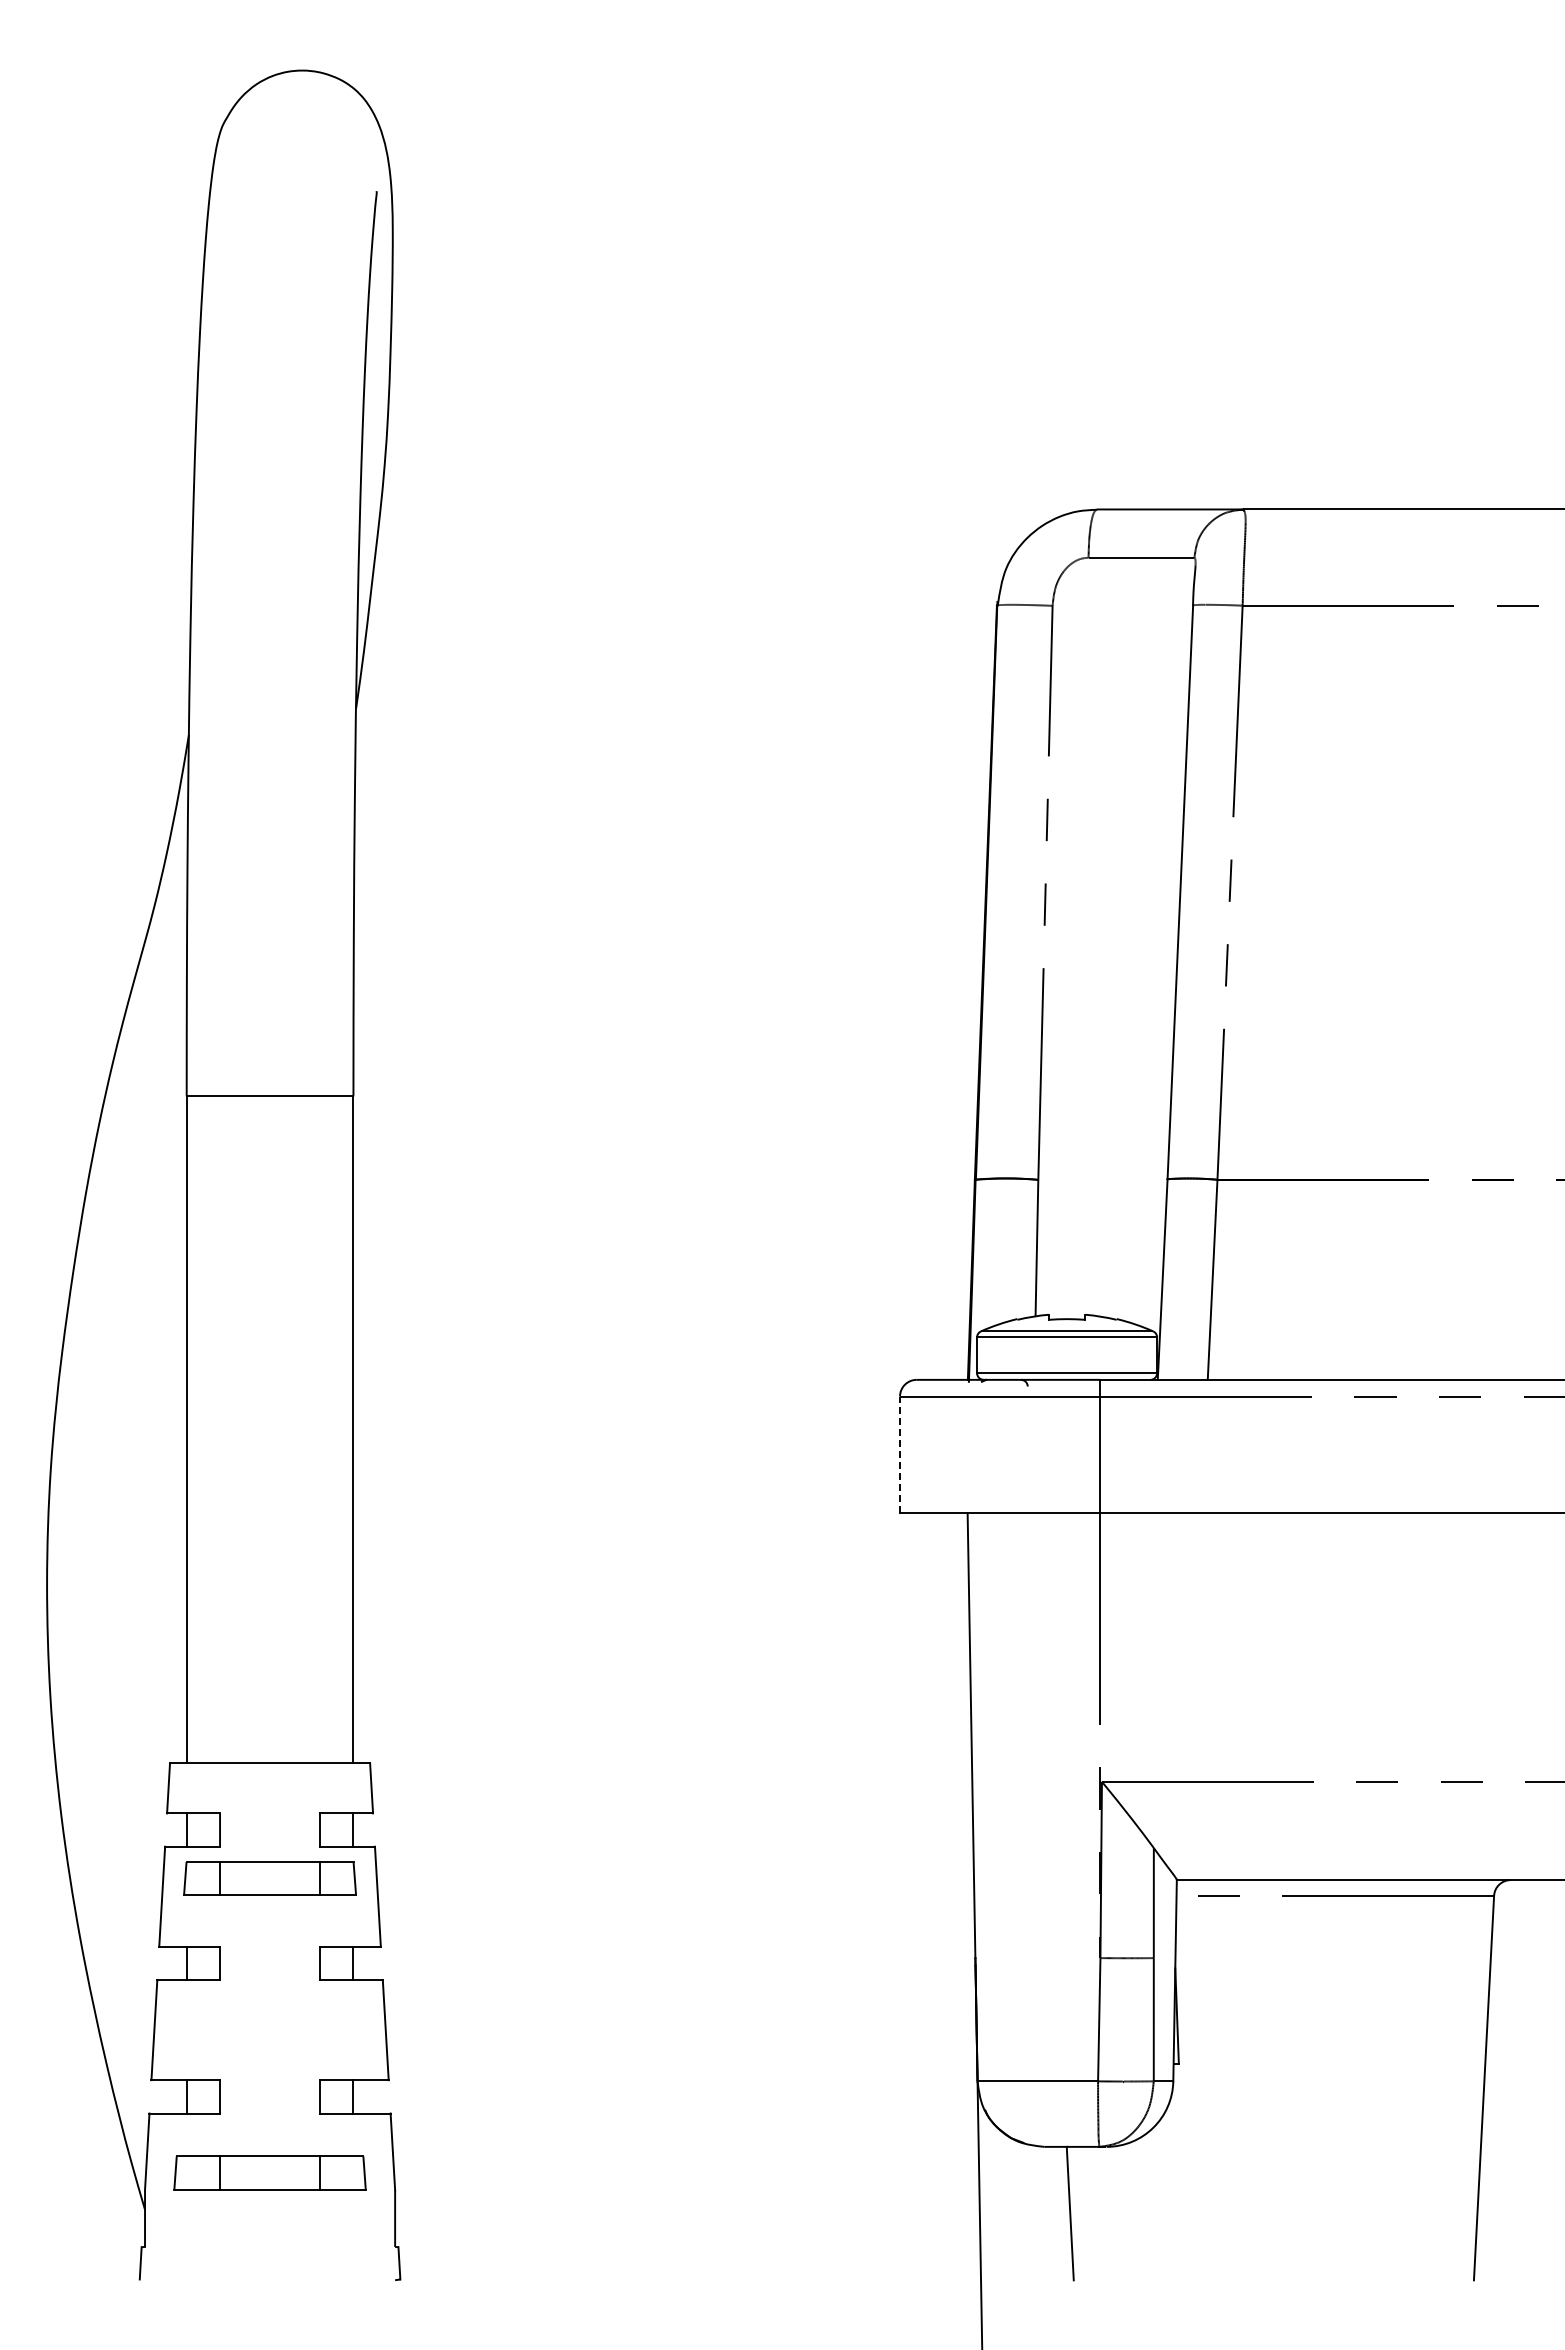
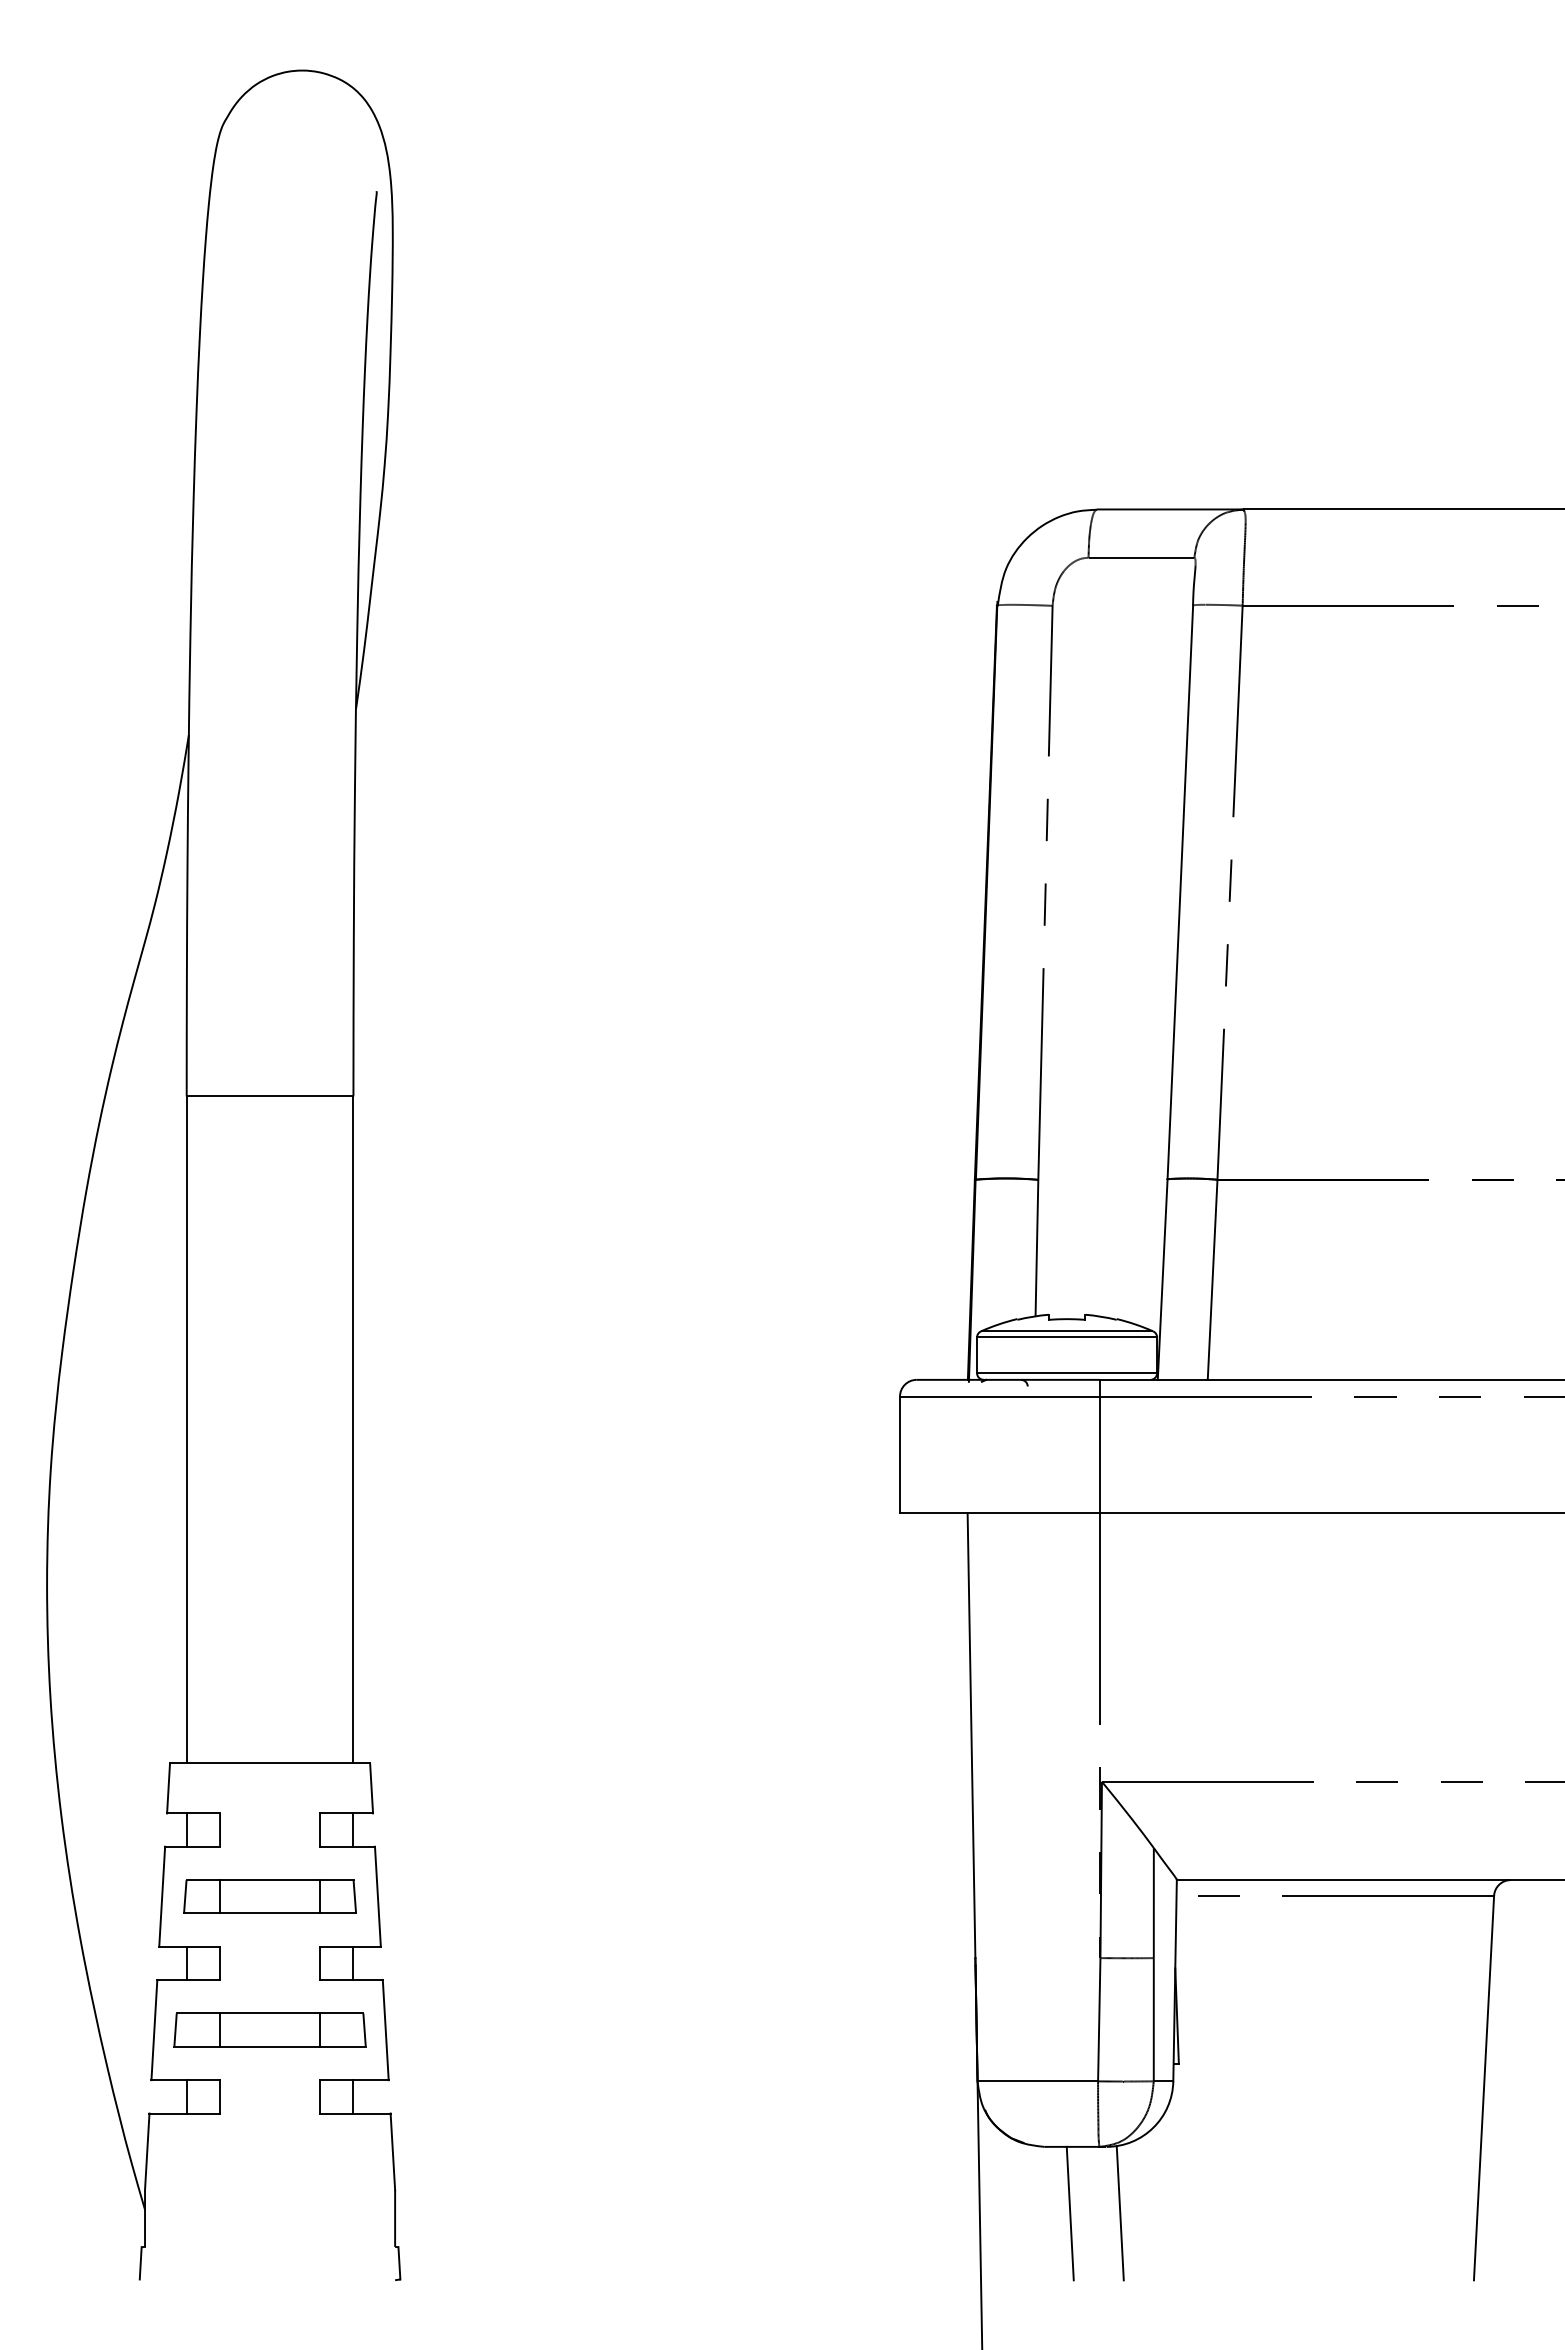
line at (900, 1454): dashed -> solid
part at (269, 1878) position: (269, 1878) -> (269, 1896)
part at (269, 2172) position: (269, 2172) -> (269, 2029)
line at (1119, 2213): none -> present
